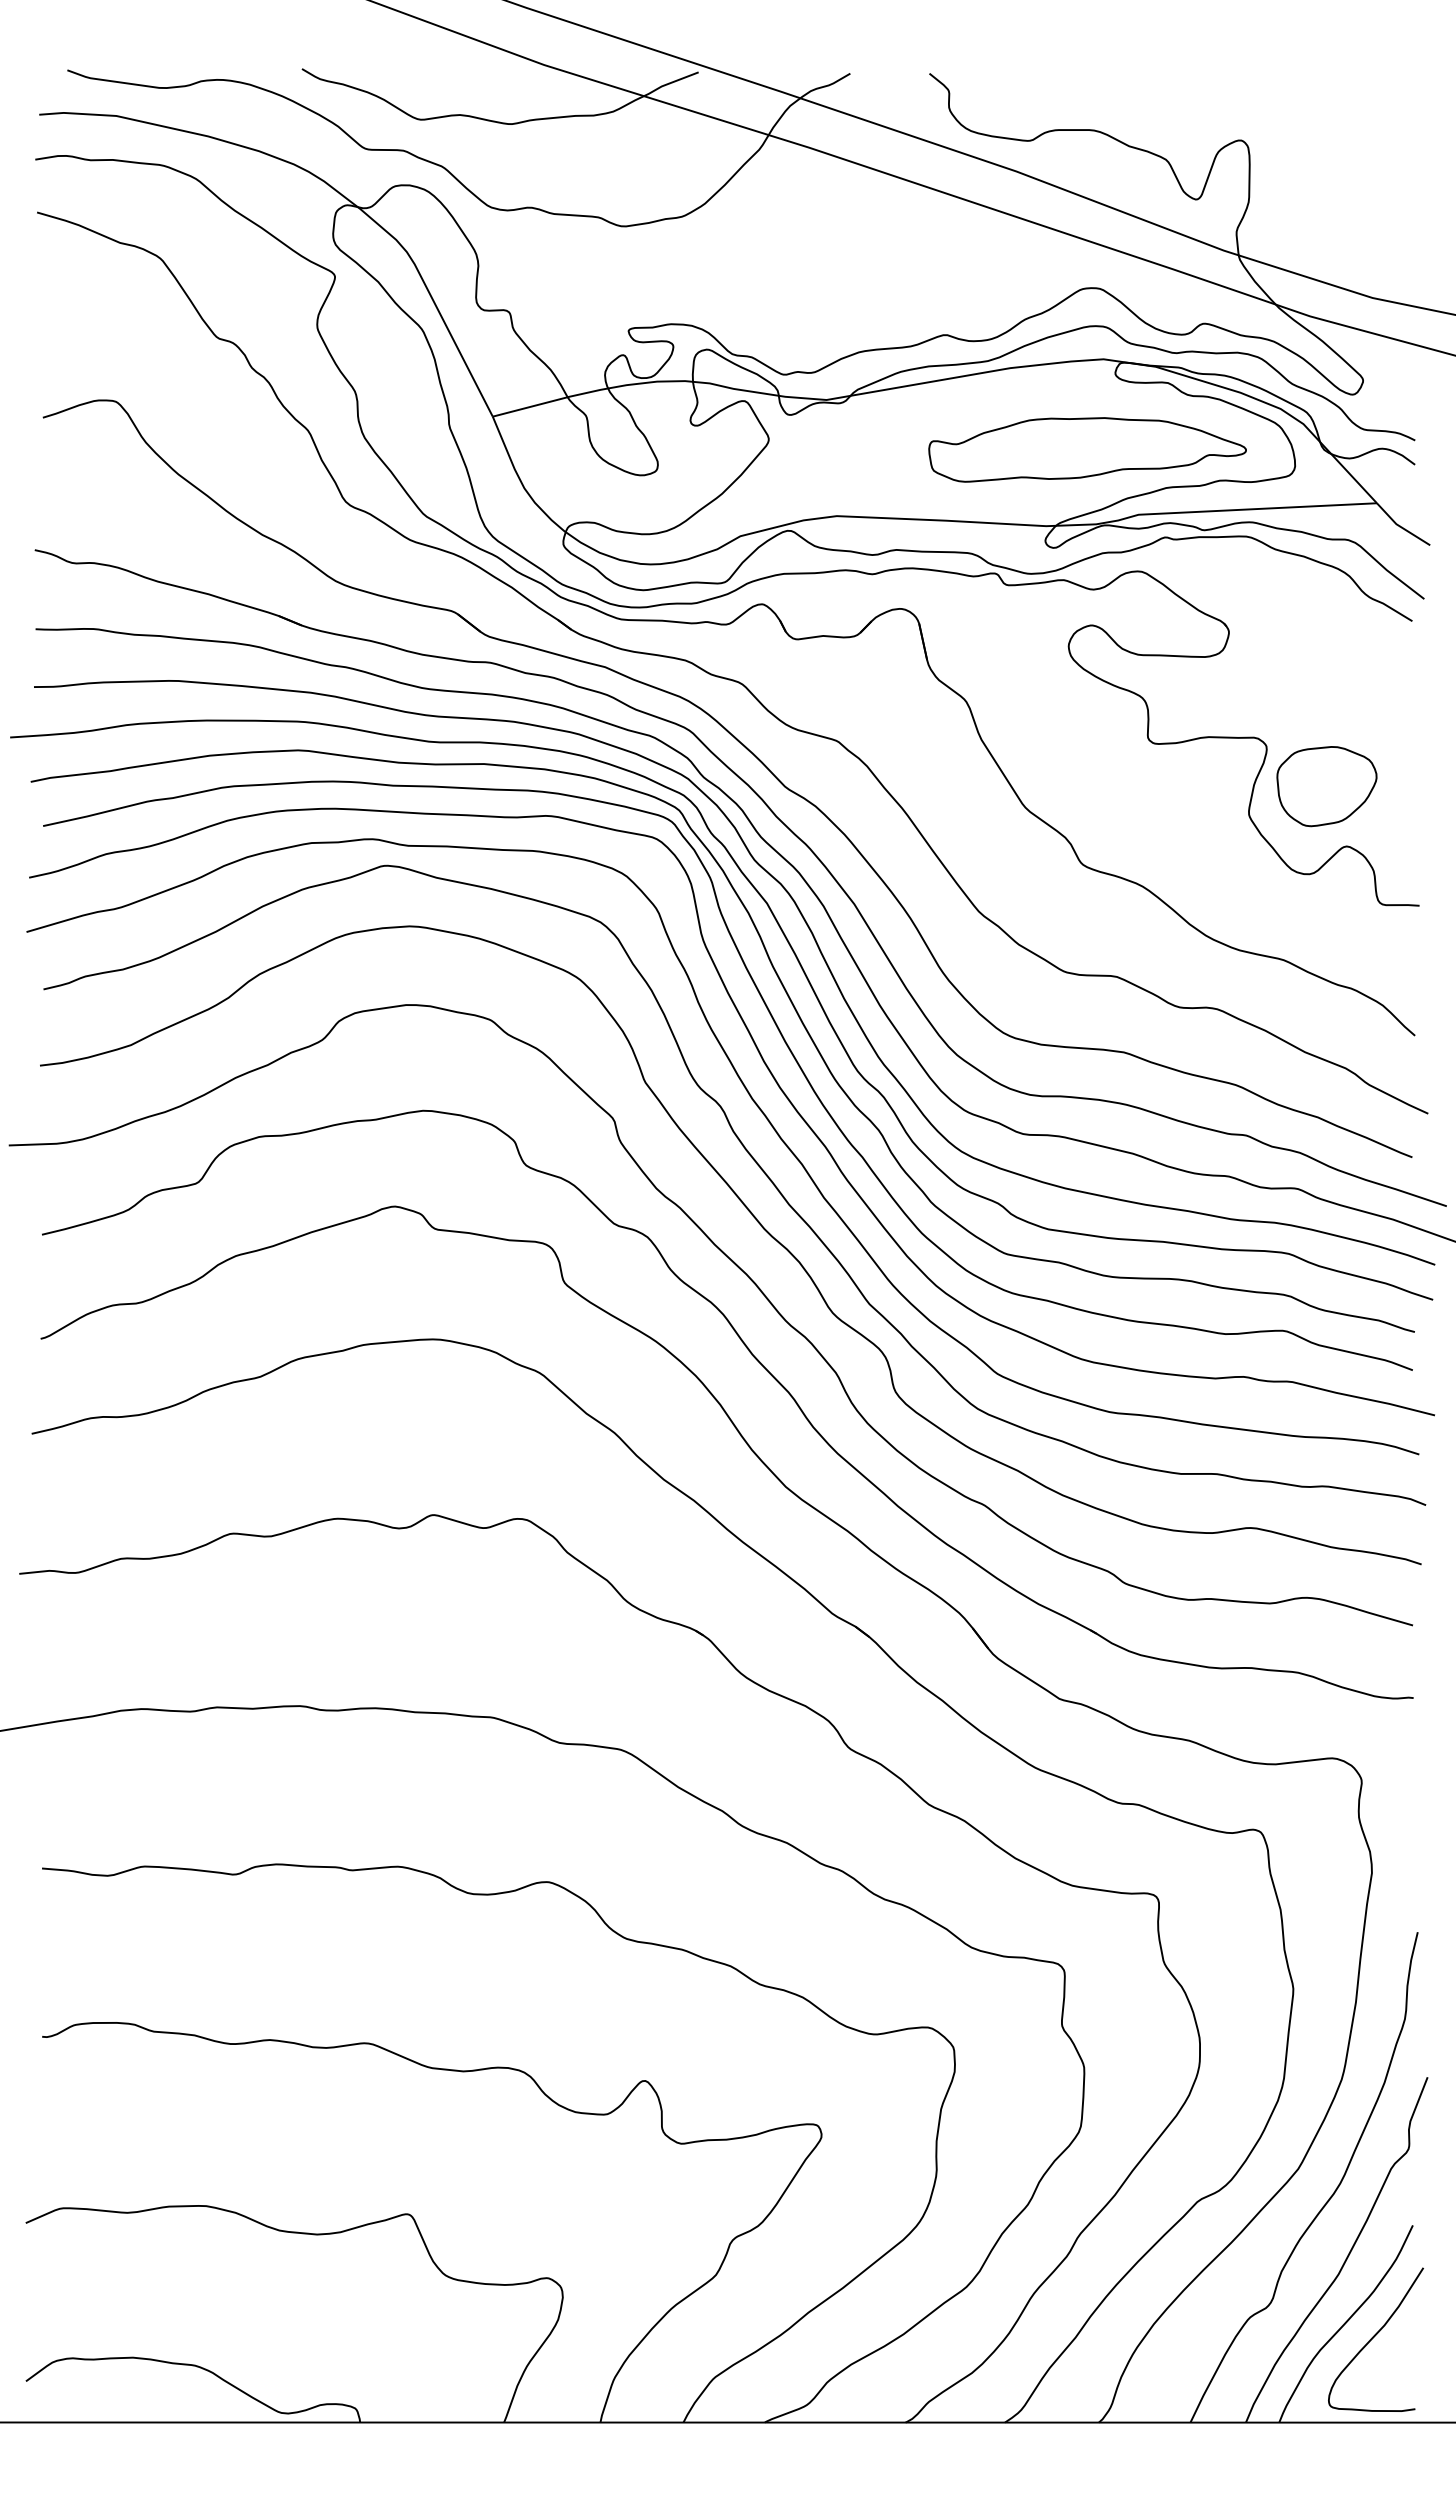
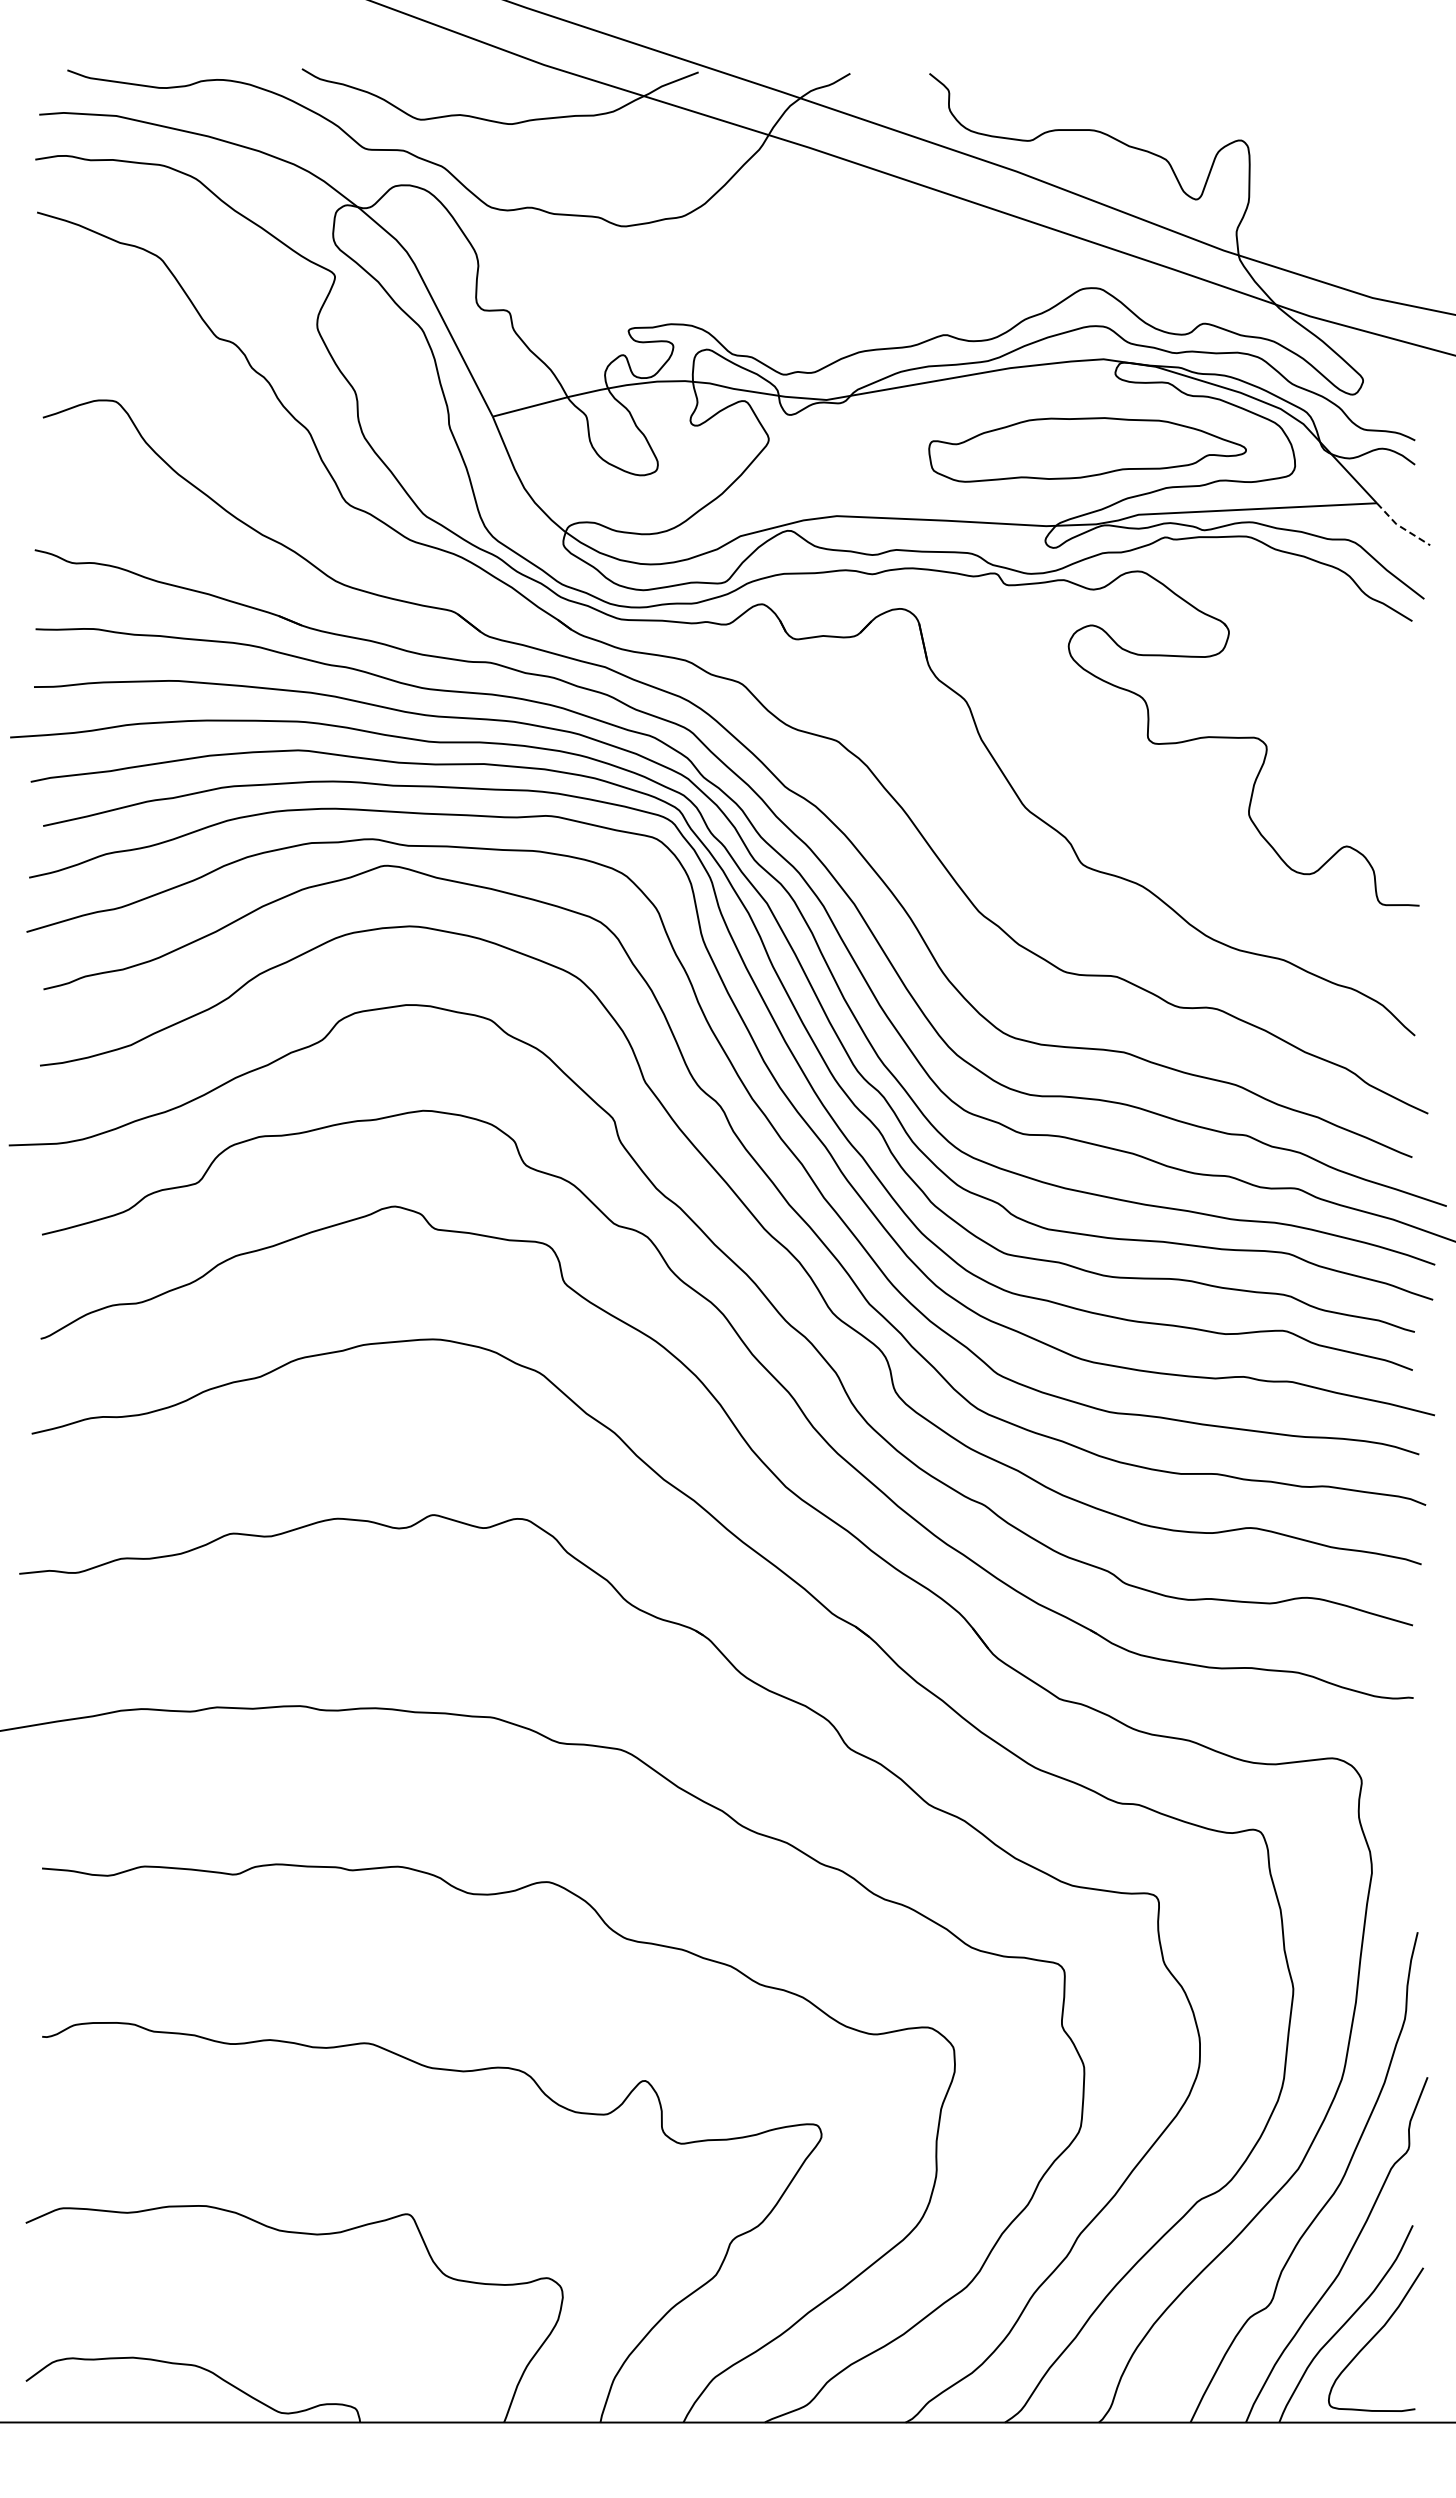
line at (1400, 526): solid -> dashed
part at (1326, 786): present -> none
